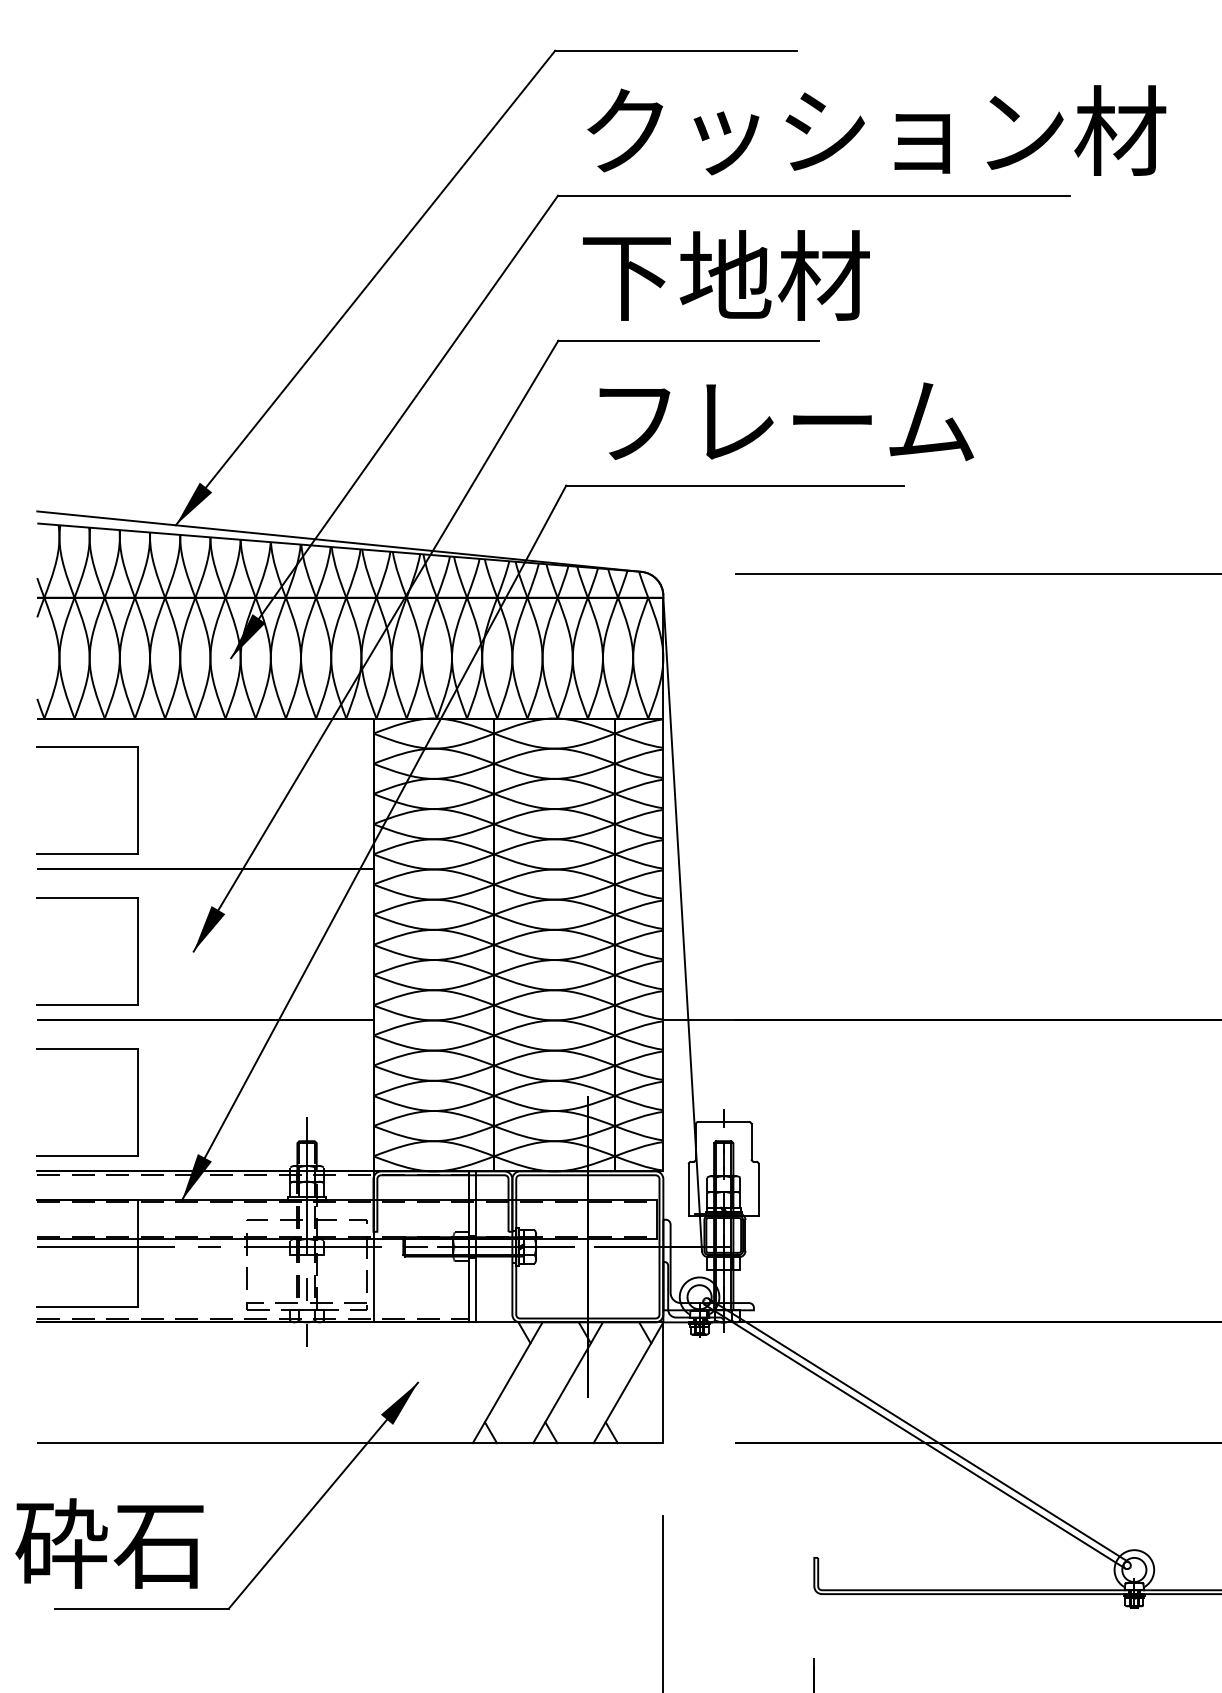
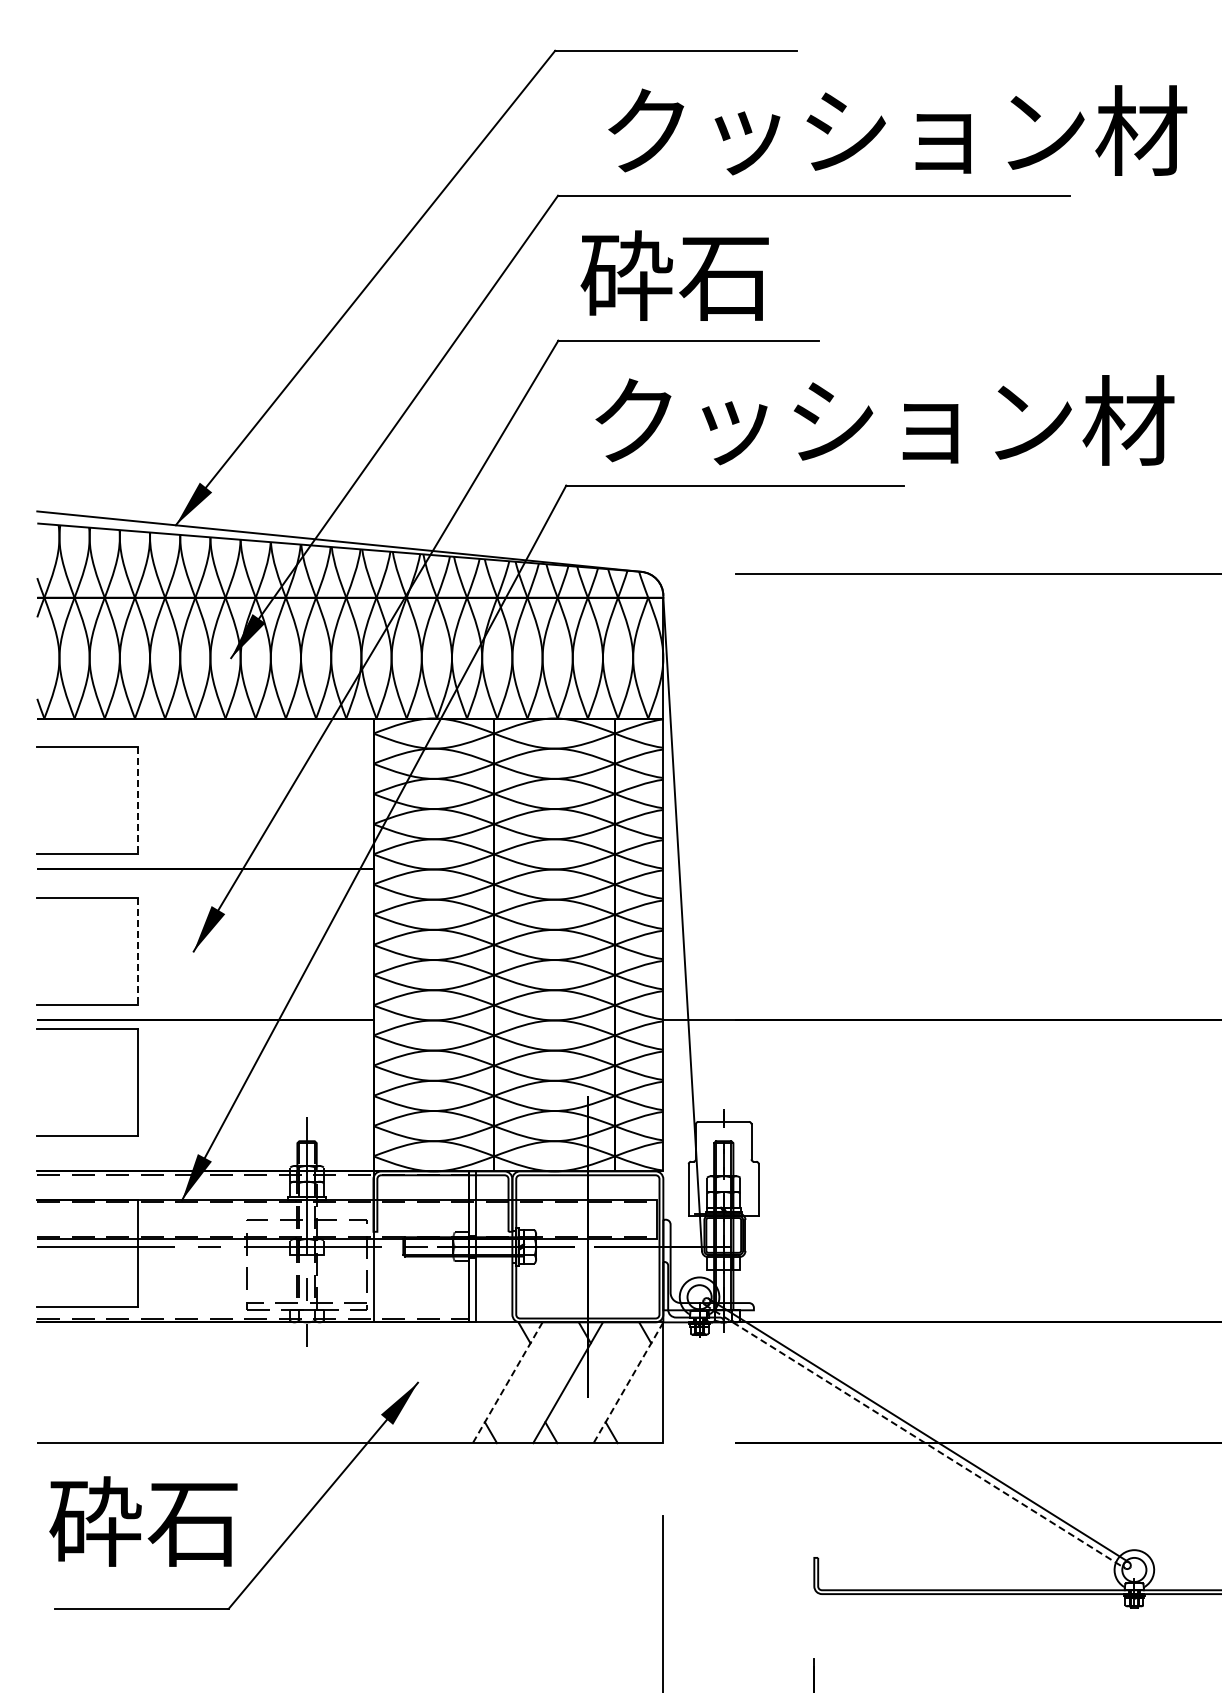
text at (876, 130) position: (876, 130) -> (897, 130)
text at (724, 275): 下地材 -> 砕石
text at (884, 420): フレーム -> クッション材
line at (137, 801): solid -> dashed
line at (137, 952): solid -> dashed
part at (137, 1102) position: (137, 1102) -> (137, 1082)
line at (507, 1382): solid -> dashed
line at (628, 1382): solid -> dashed
line at (915, 1436): solid -> dashed
text at (109, 1543) position: (109, 1543) -> (143, 1521)
